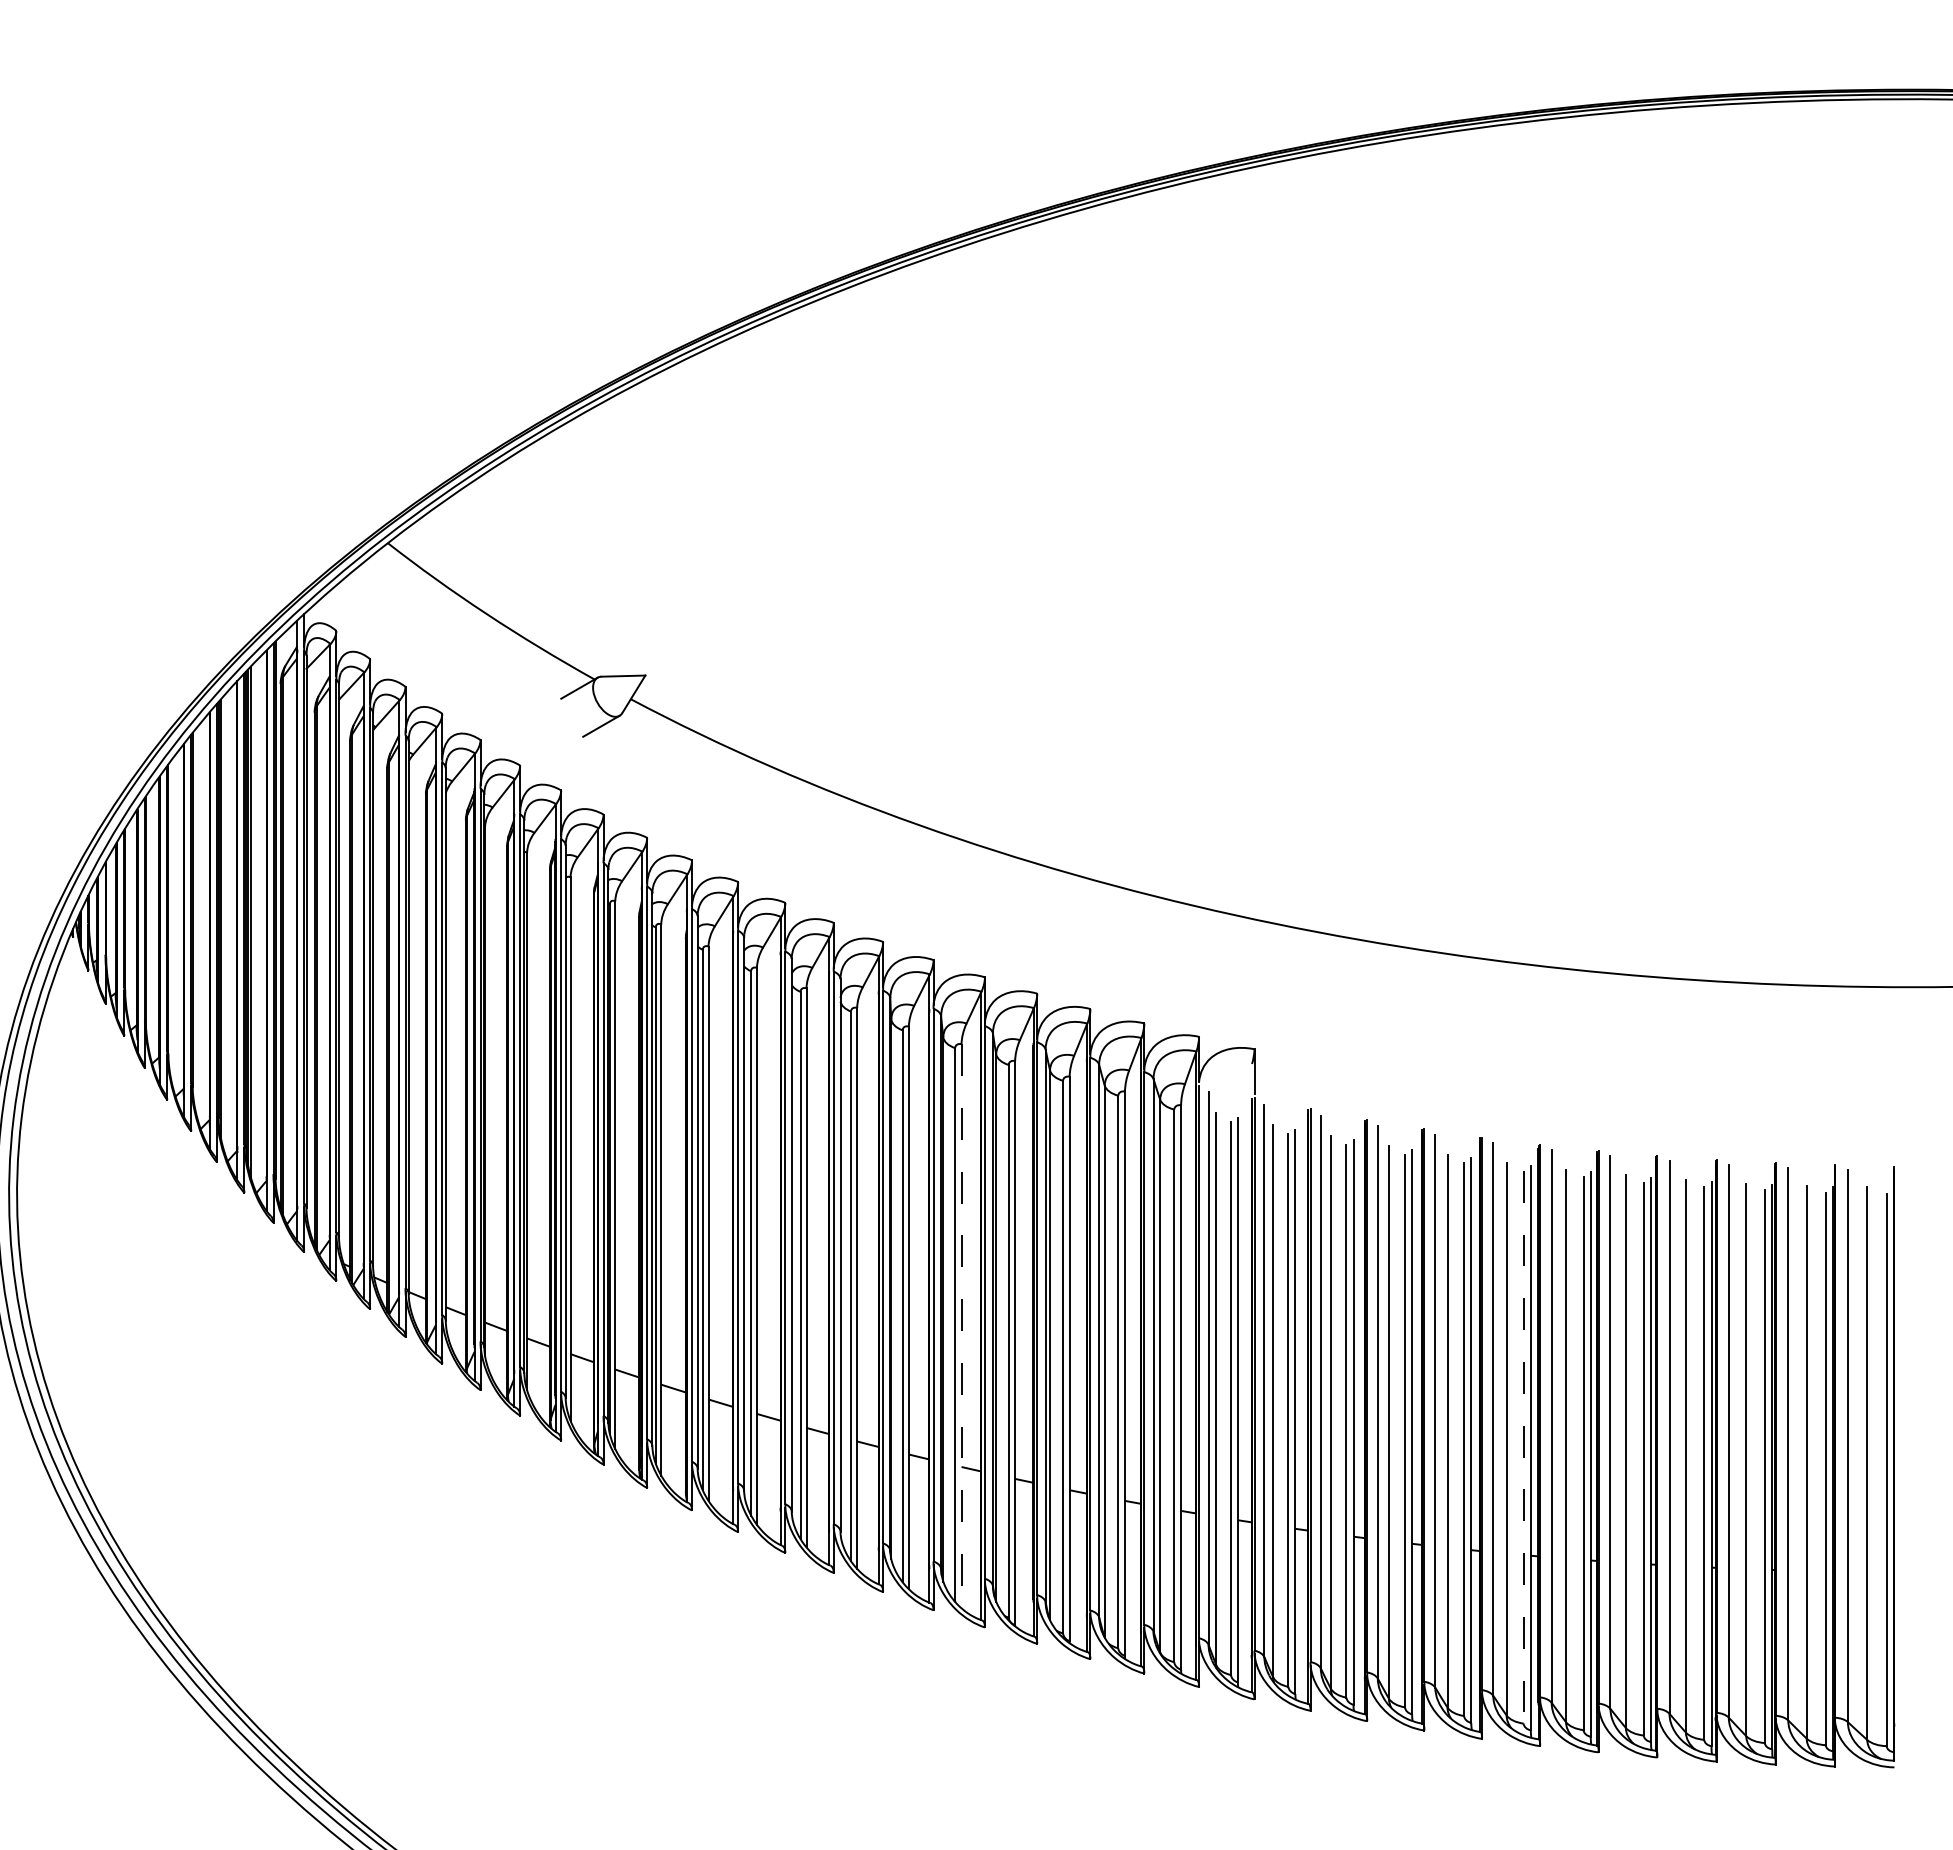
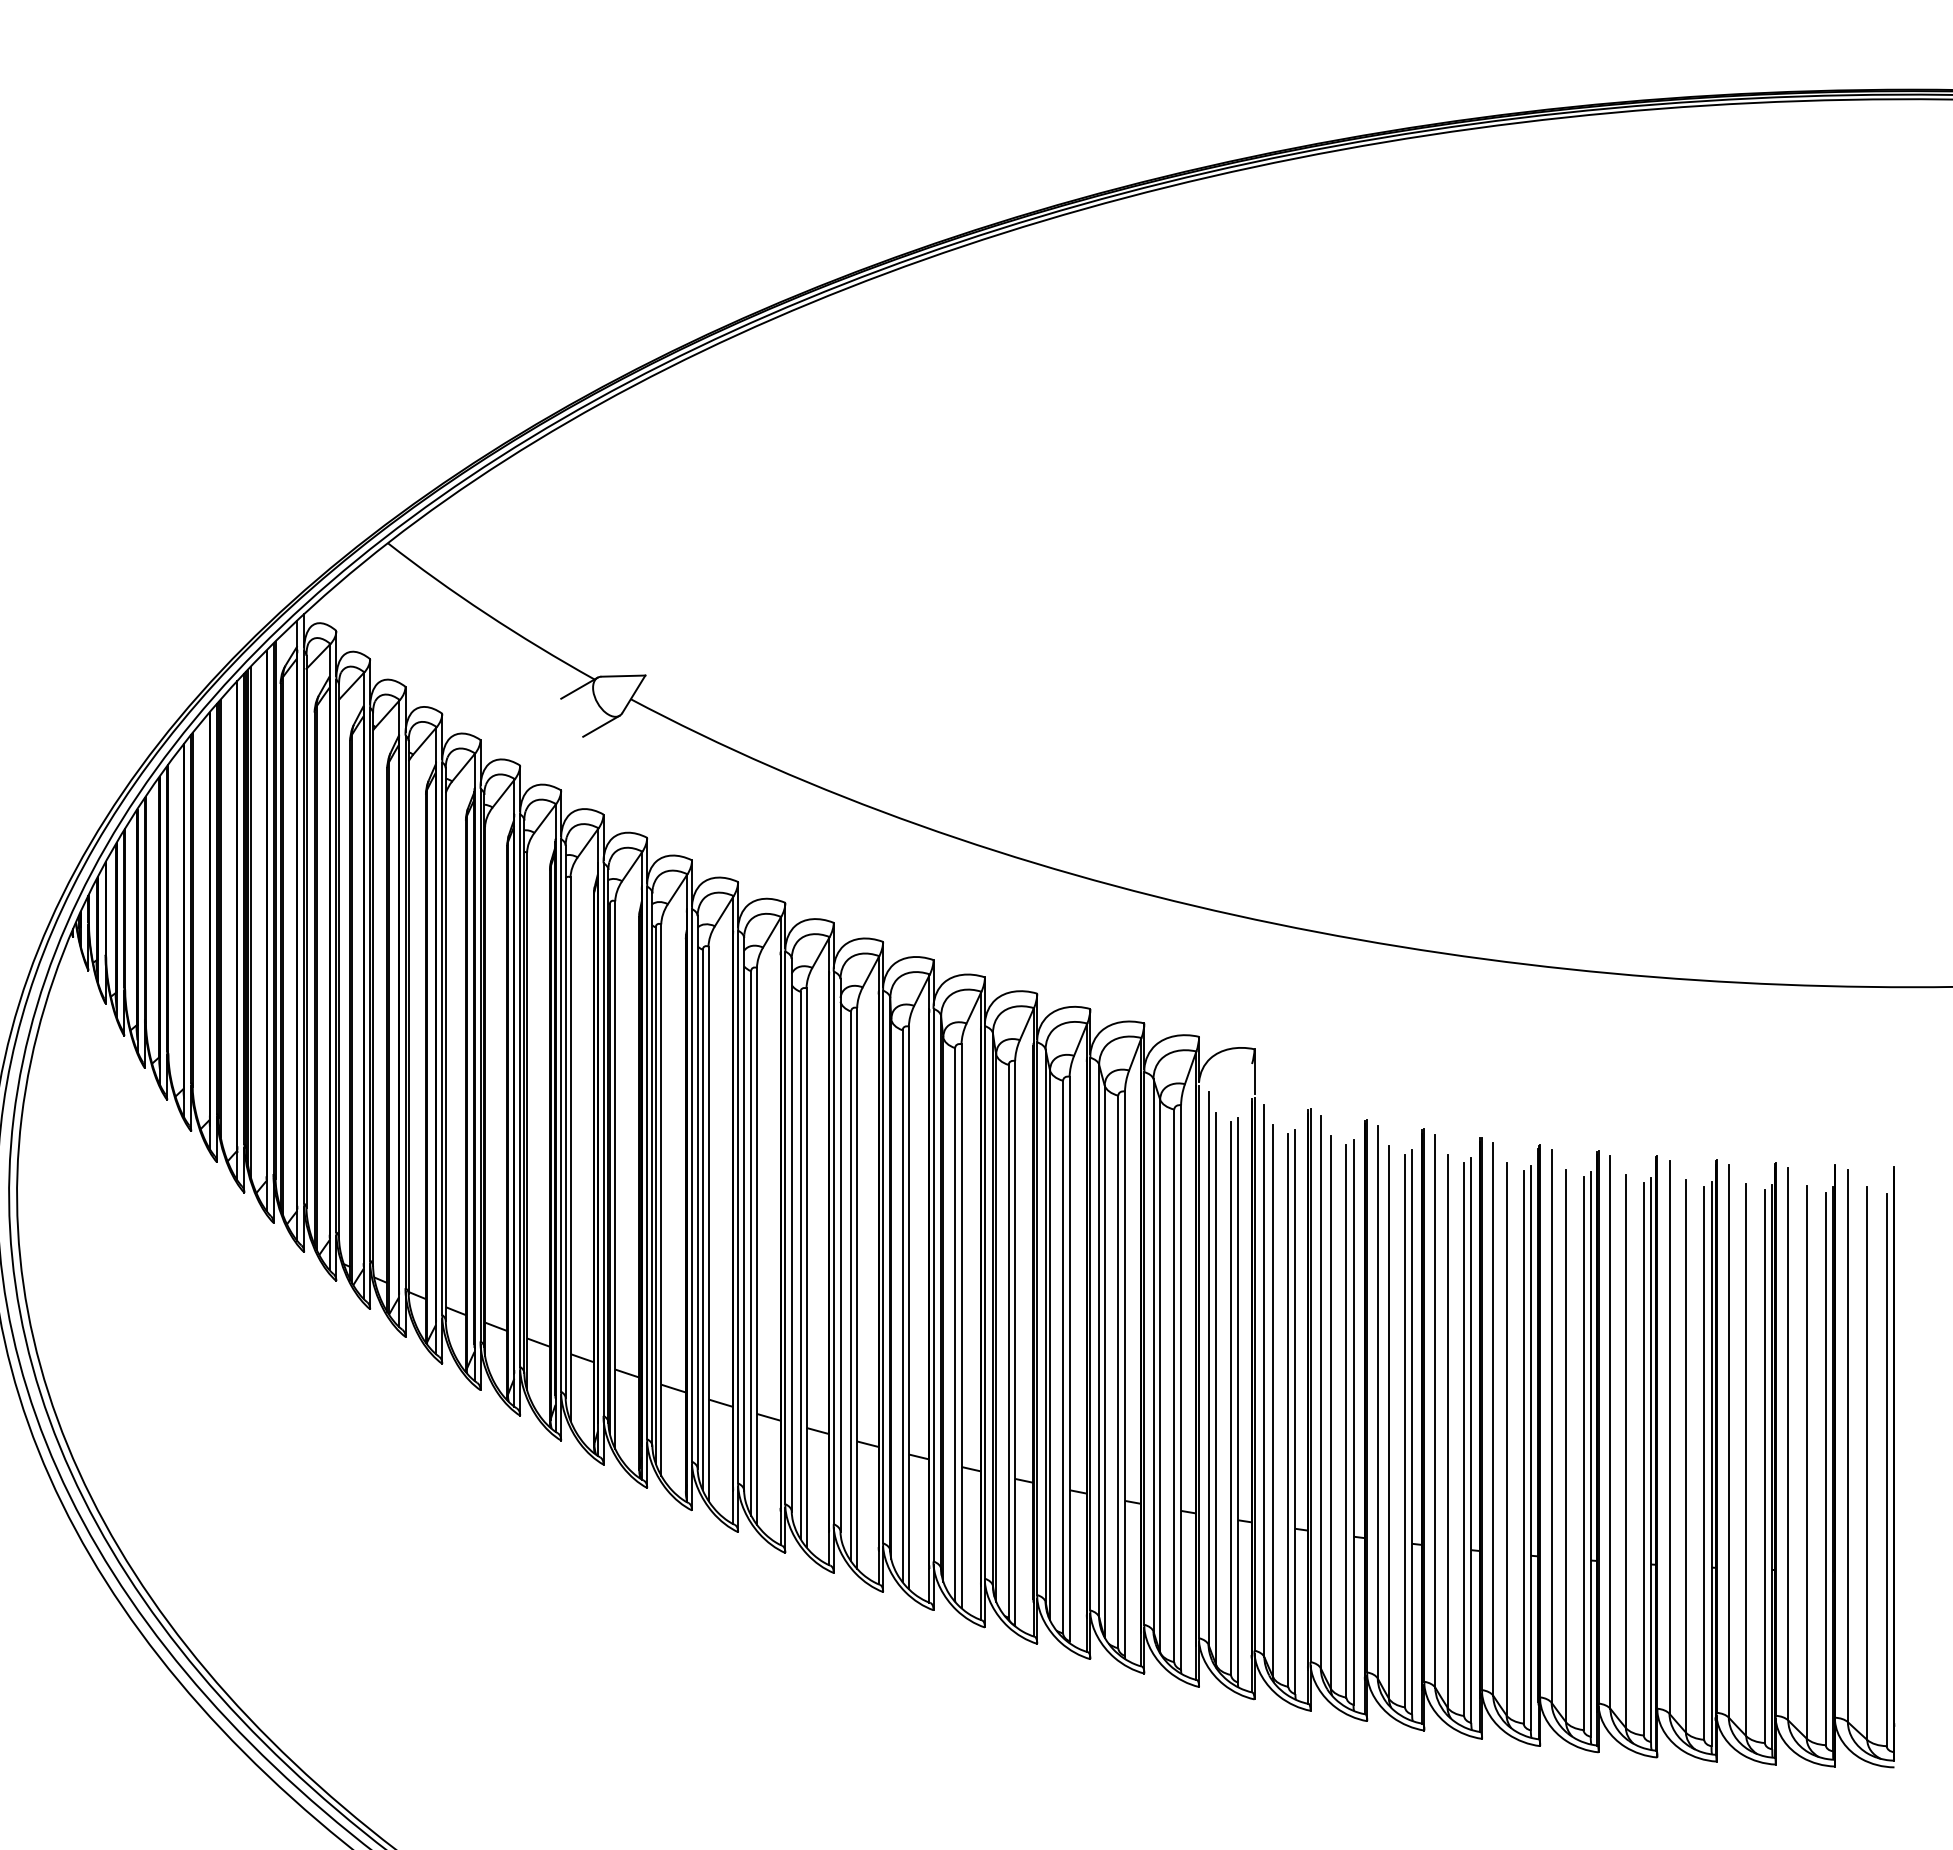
line at (961, 1326): dashed -> solid
line at (1523, 1447): dashed -> solid
